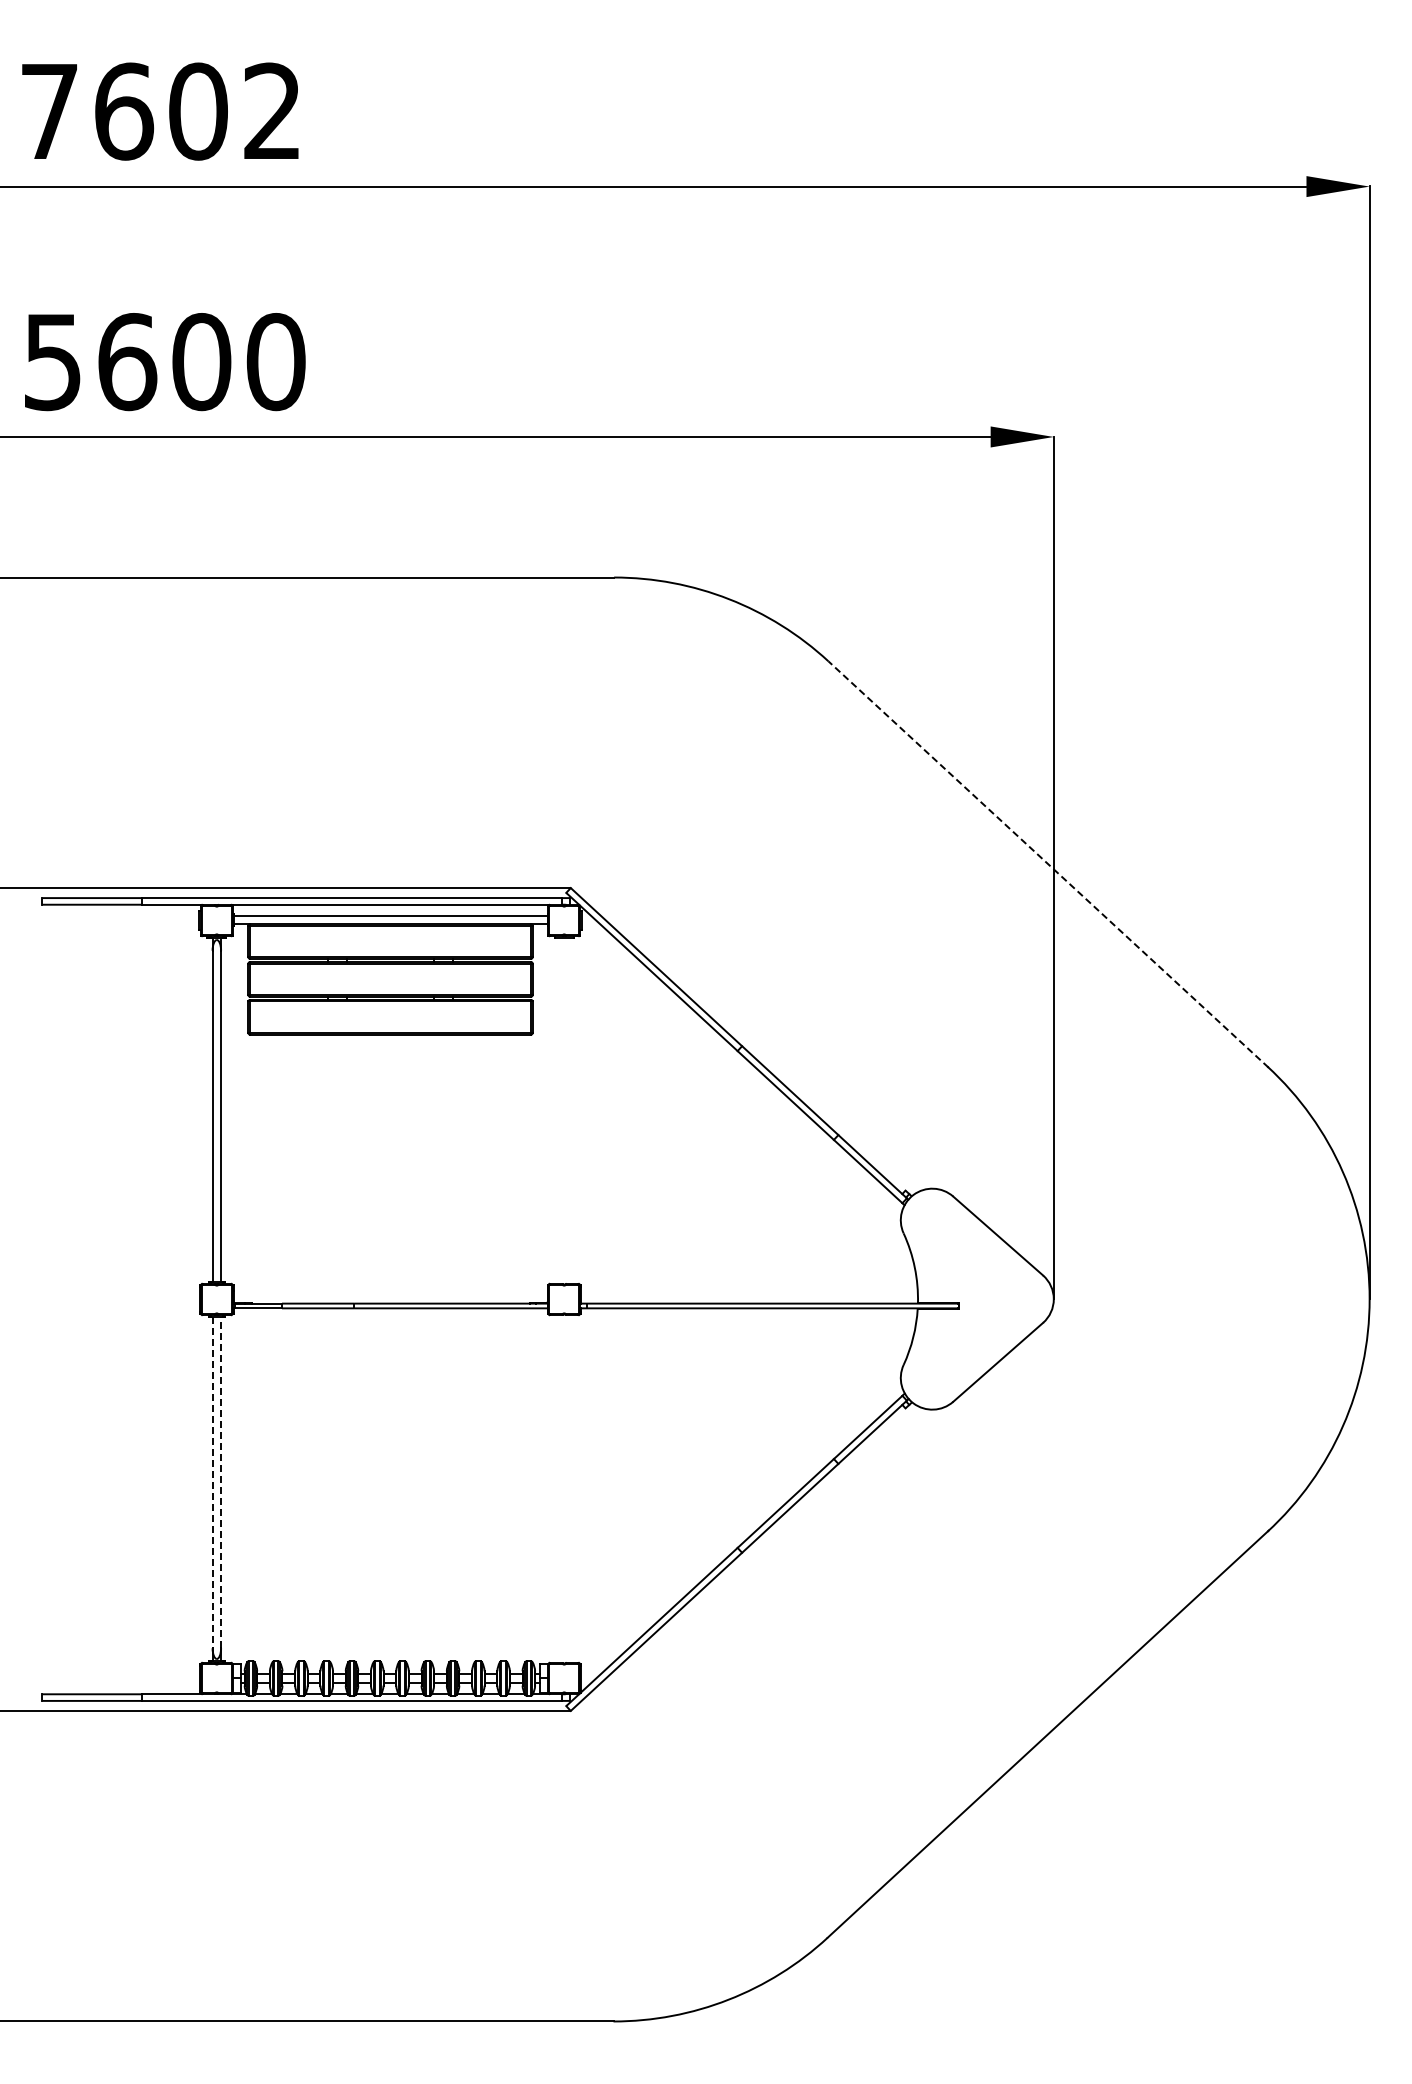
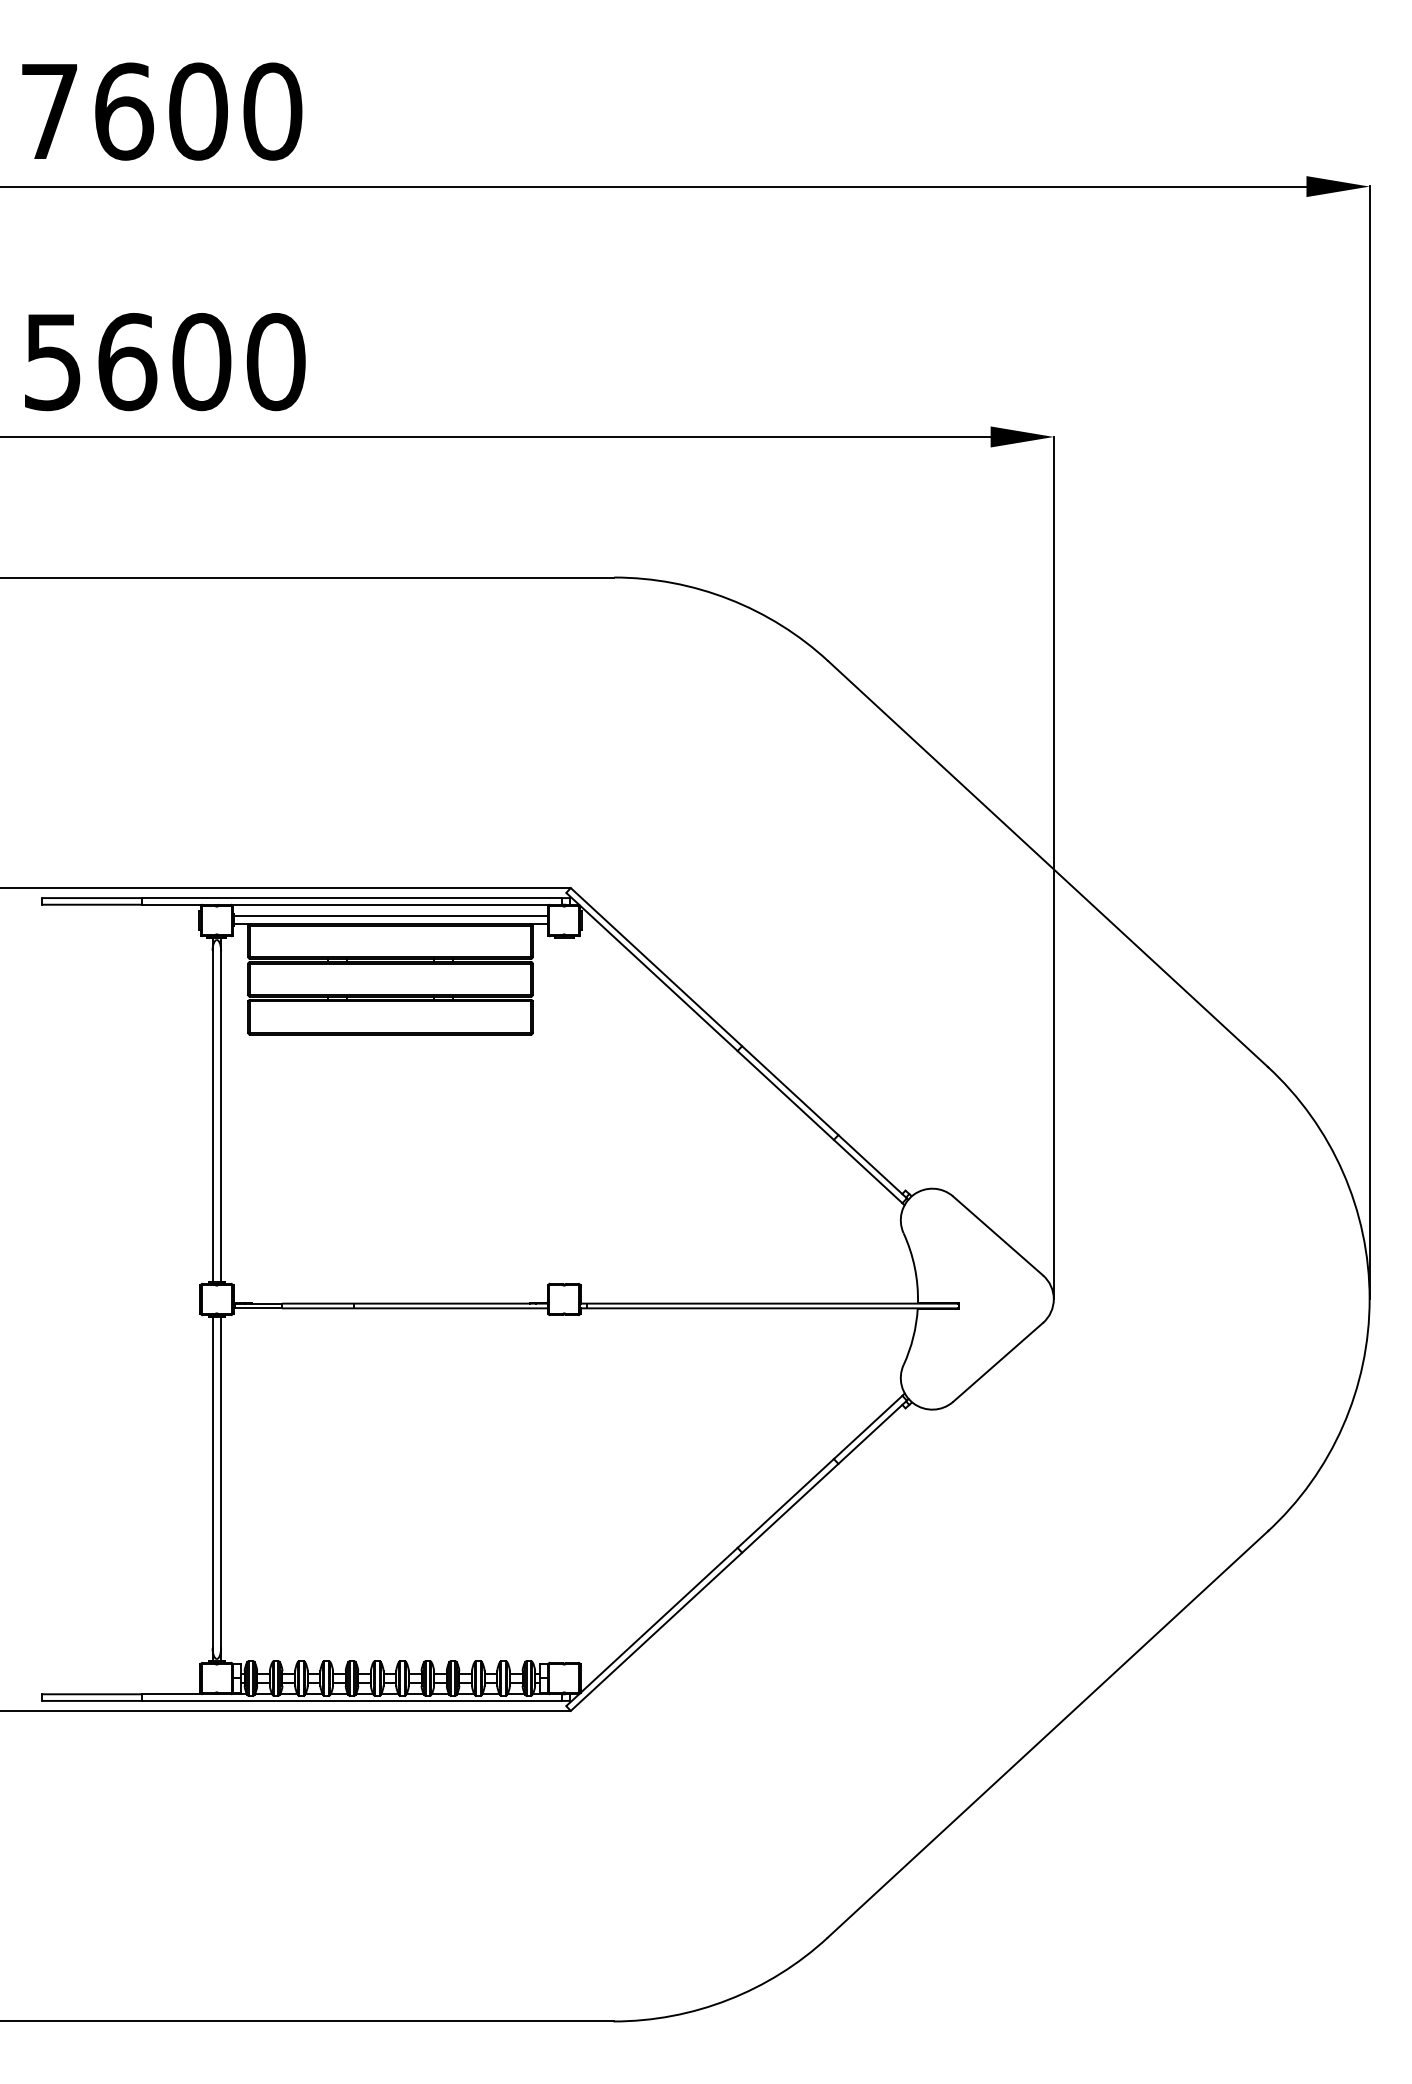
text at (272, 111): 7602 -> 7600
line at (1048, 864): dashed -> solid
line at (212, 1482): dashed -> solid
line at (221, 1482): dashed -> solid
